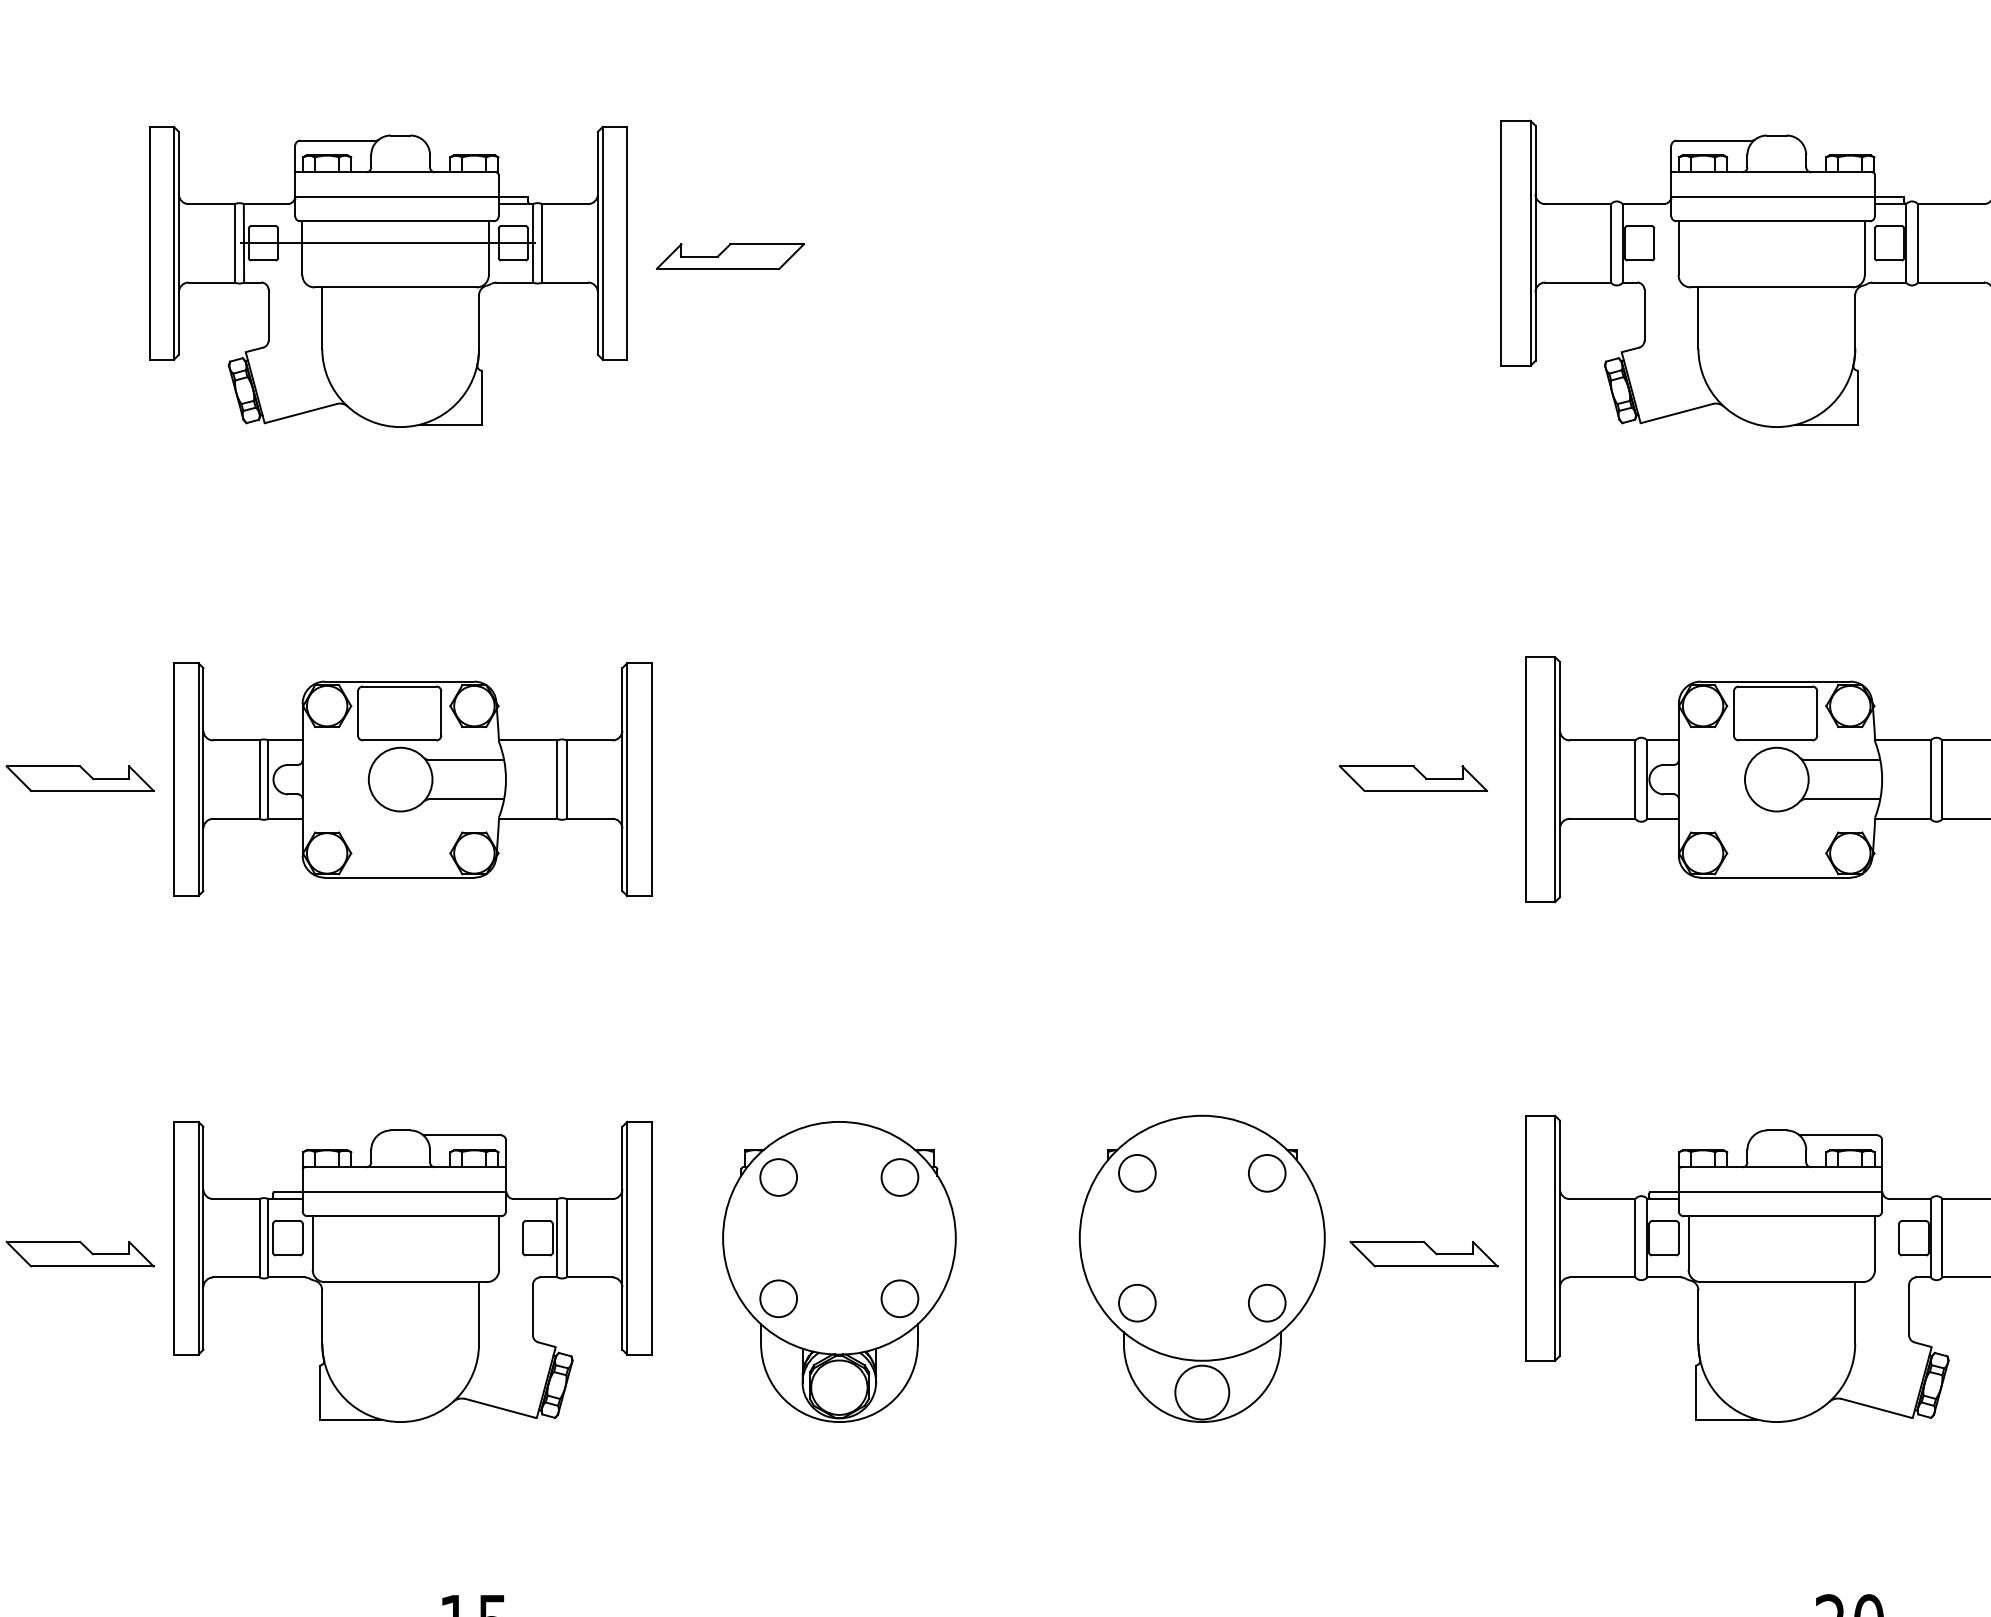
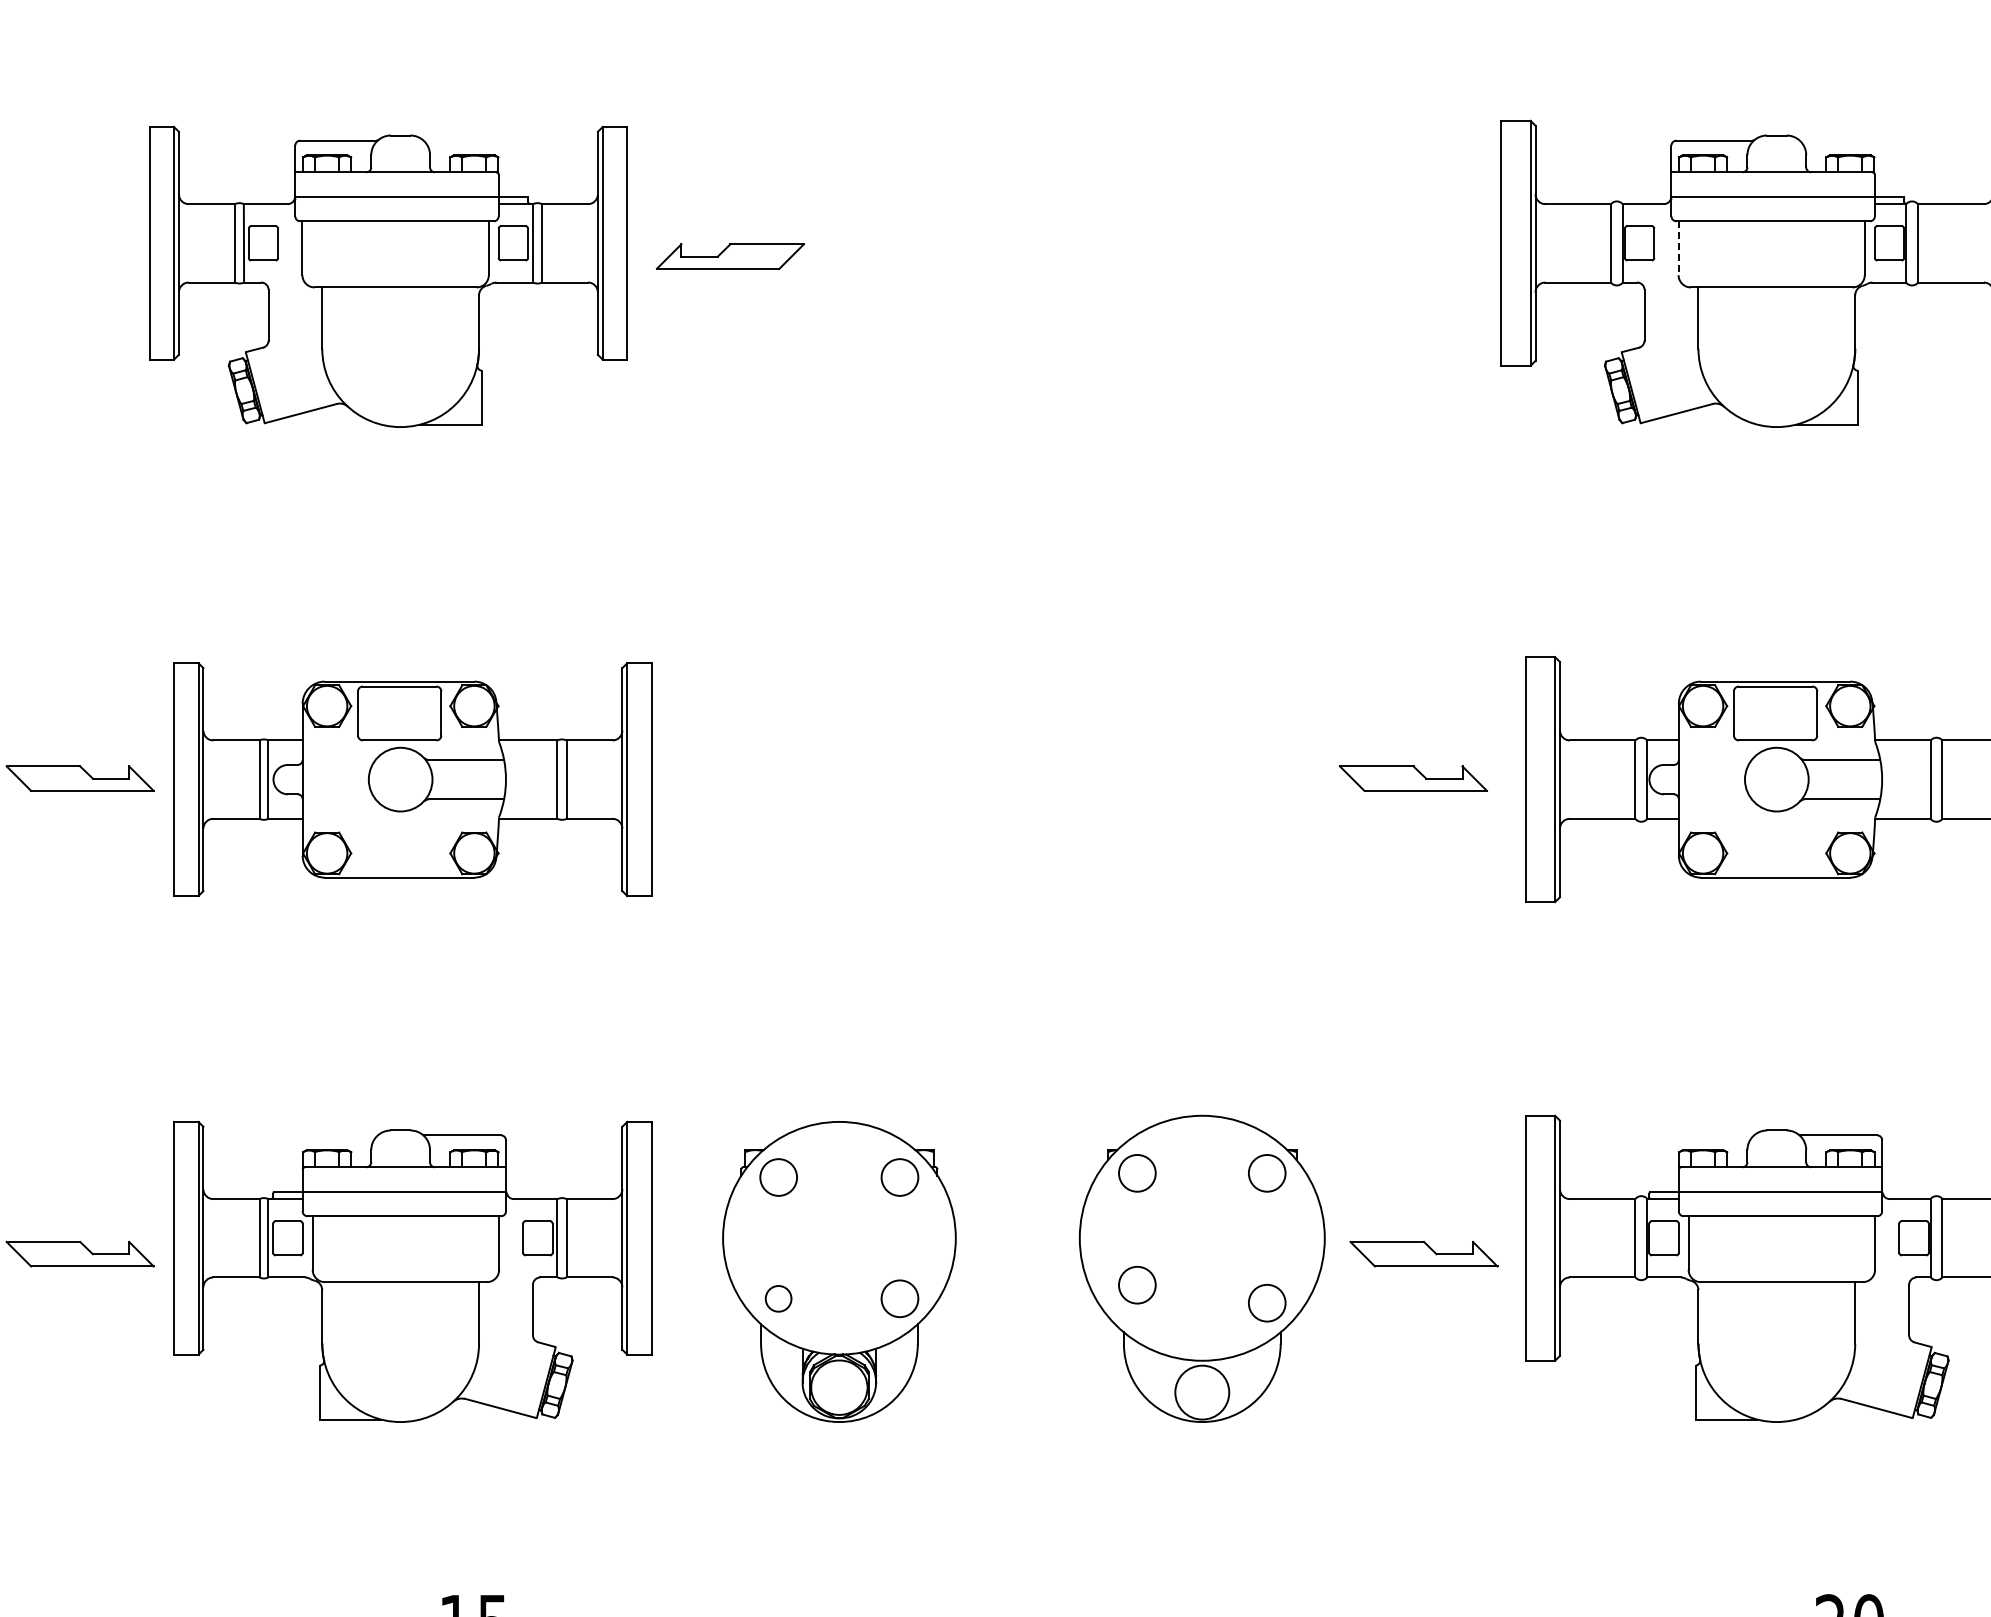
line at (388, 243): present -> none
line at (1678, 248): solid -> dashed
circle at (778, 1298) size: 39x40 px -> 29x28 px
circle at (1137, 1303) position: (1137, 1303) -> (1137, 1285)
